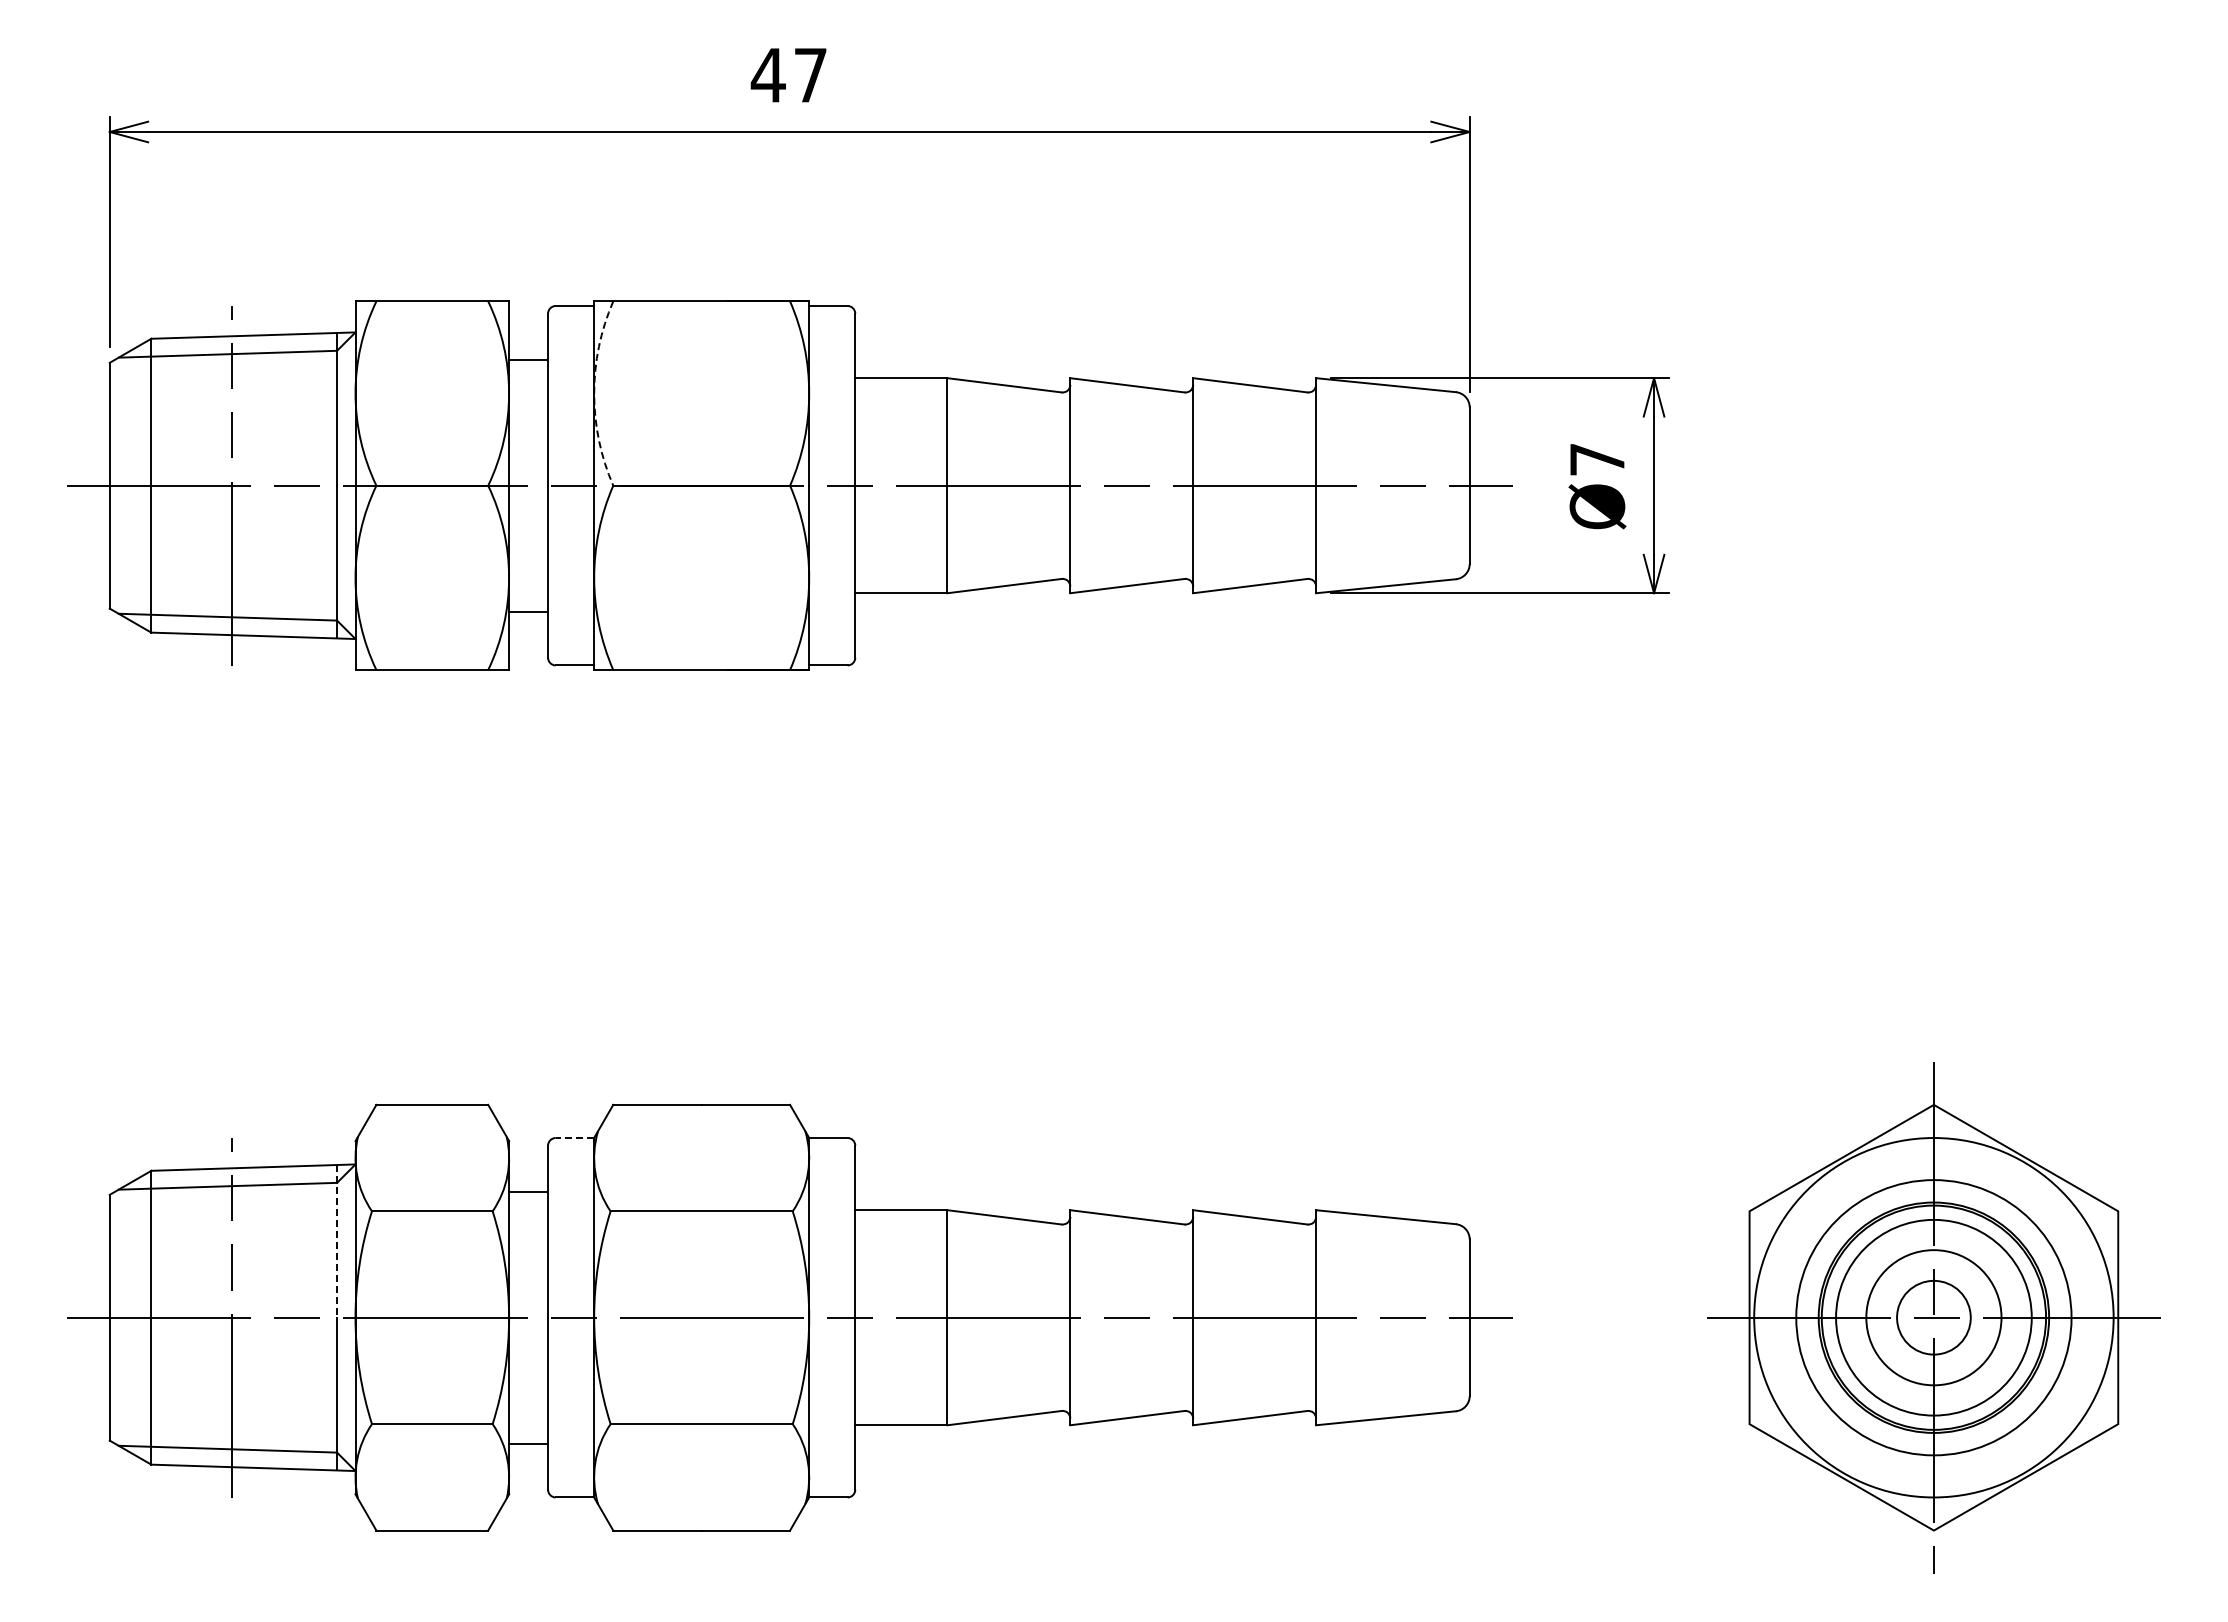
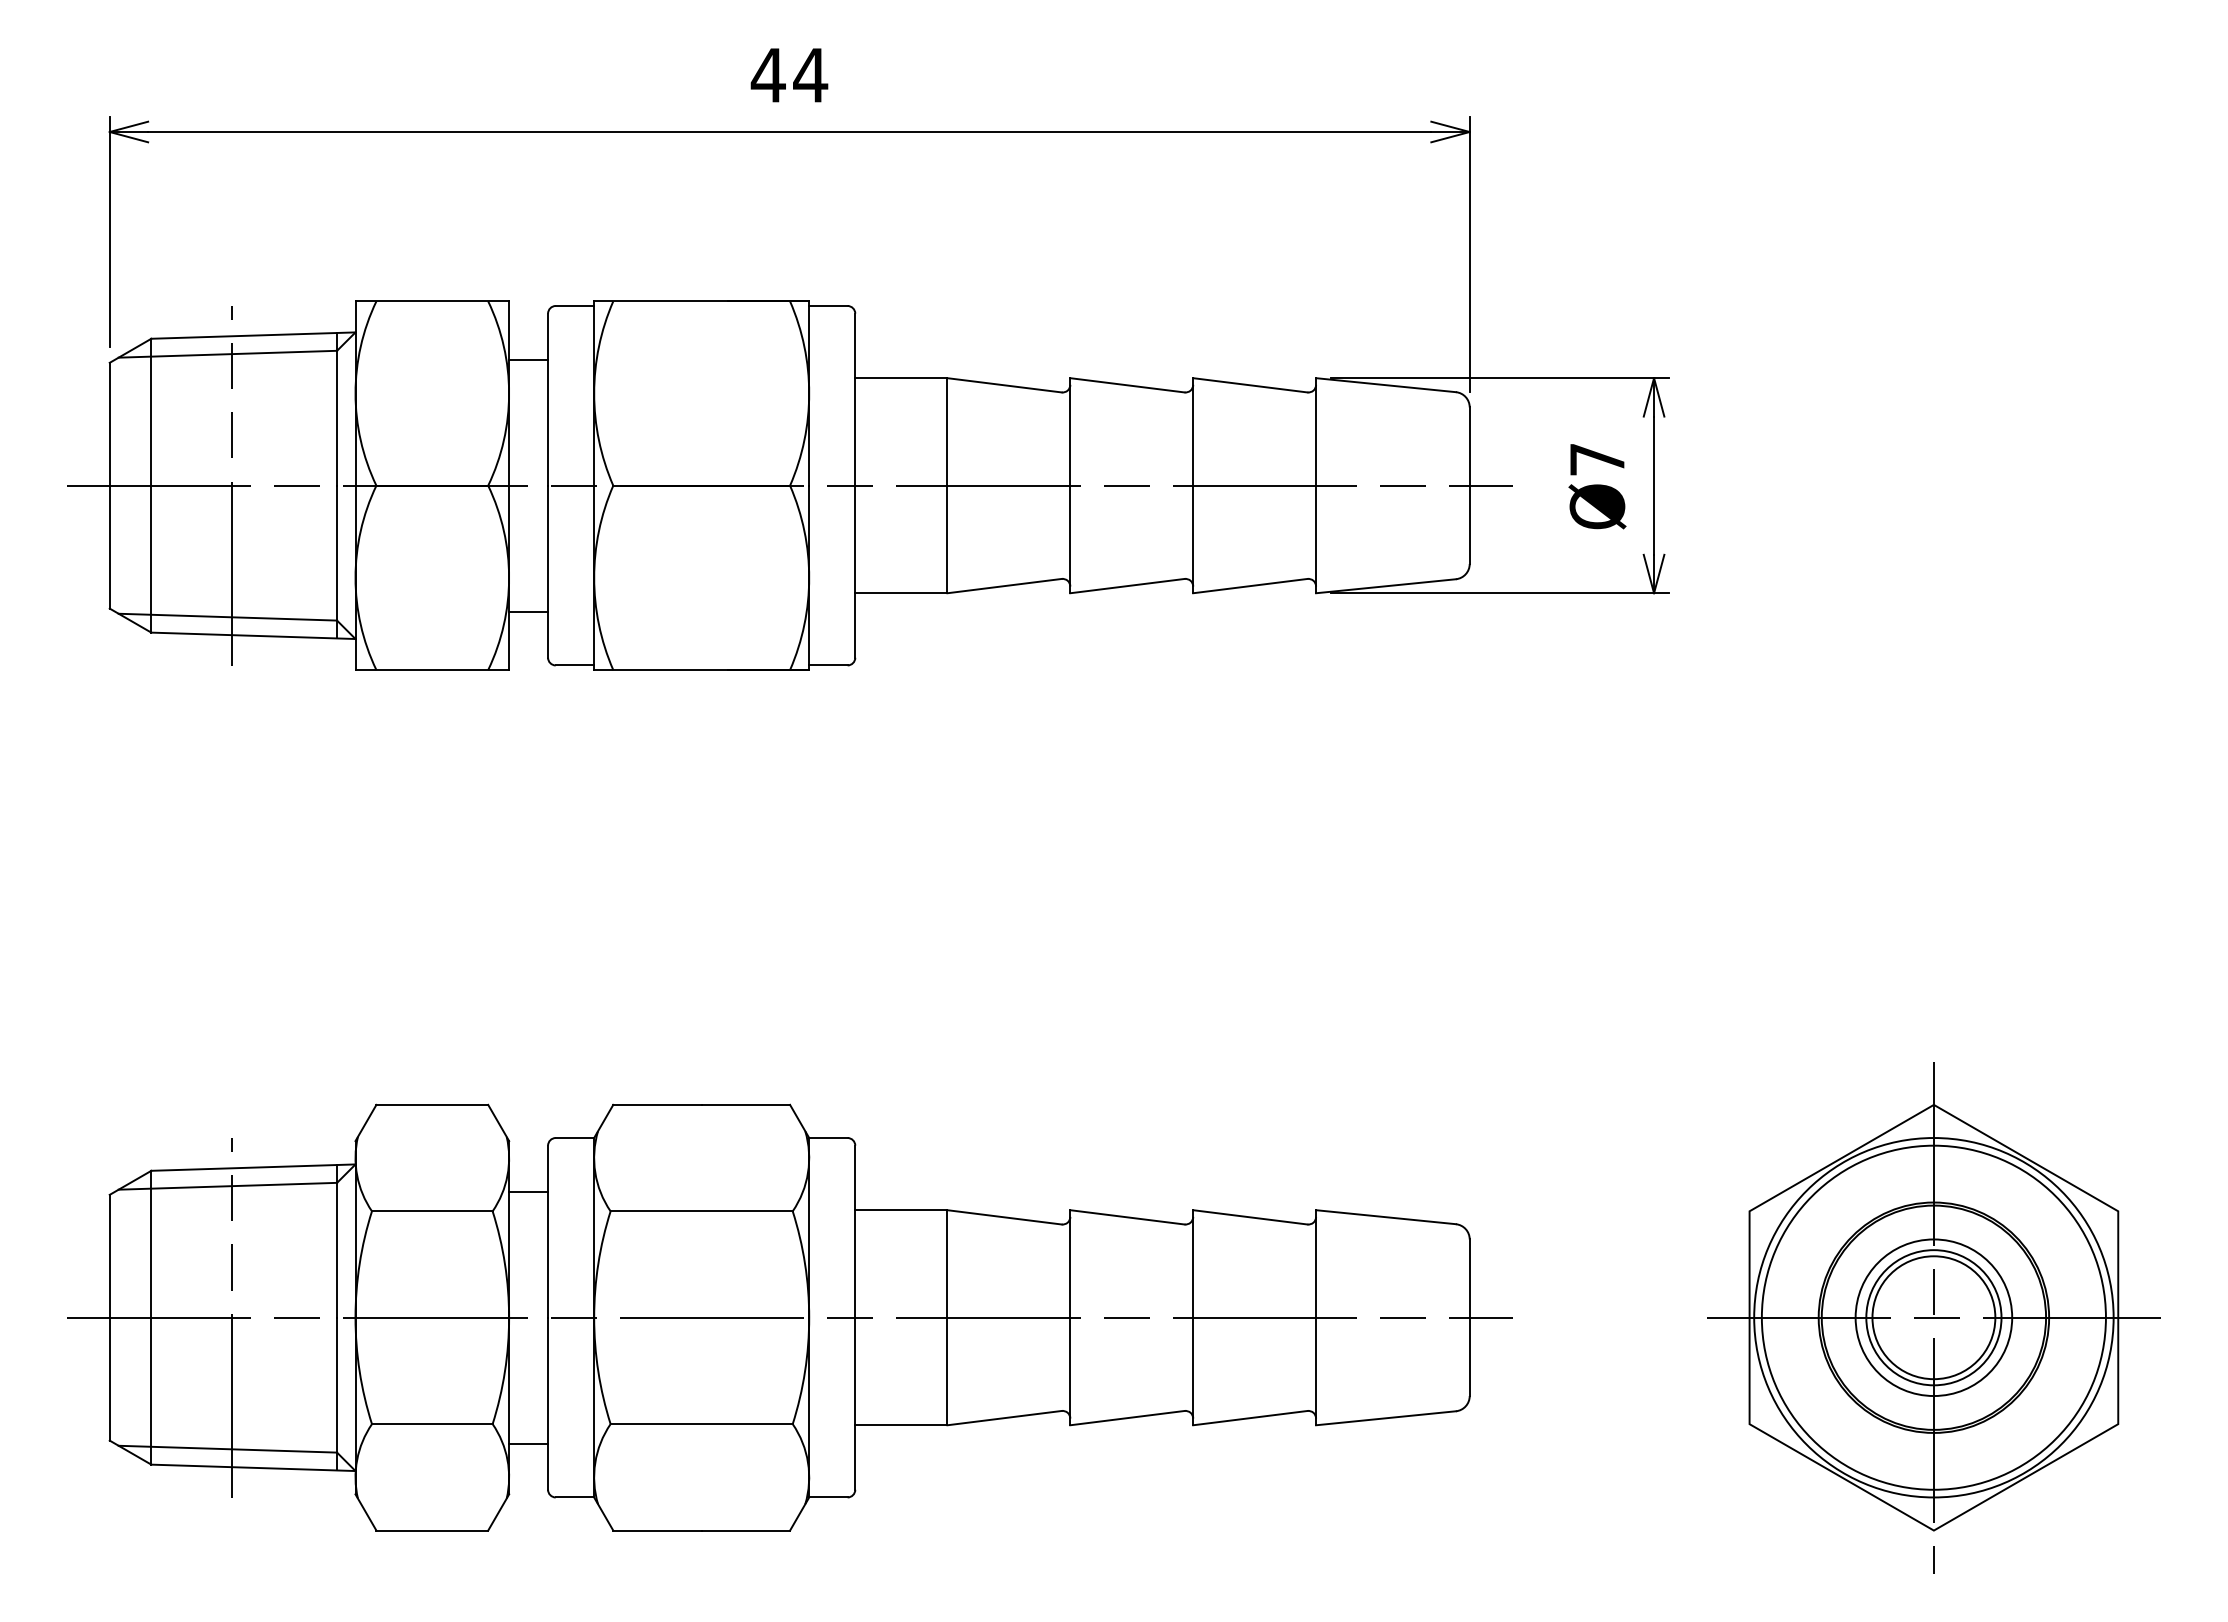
text at (810, 75): 47 -> 44
arc at (594, 393): dashed -> solid
line at (574, 1138): dashed -> solid
line at (337, 1241): dashed -> solid
circle at (1933, 1317) diameter: 196 px -> 157 px
circle at (1933, 1317) diameter: 275 px -> 344 px
circle at (1933, 1317) diameter: 74 px -> 123 px
